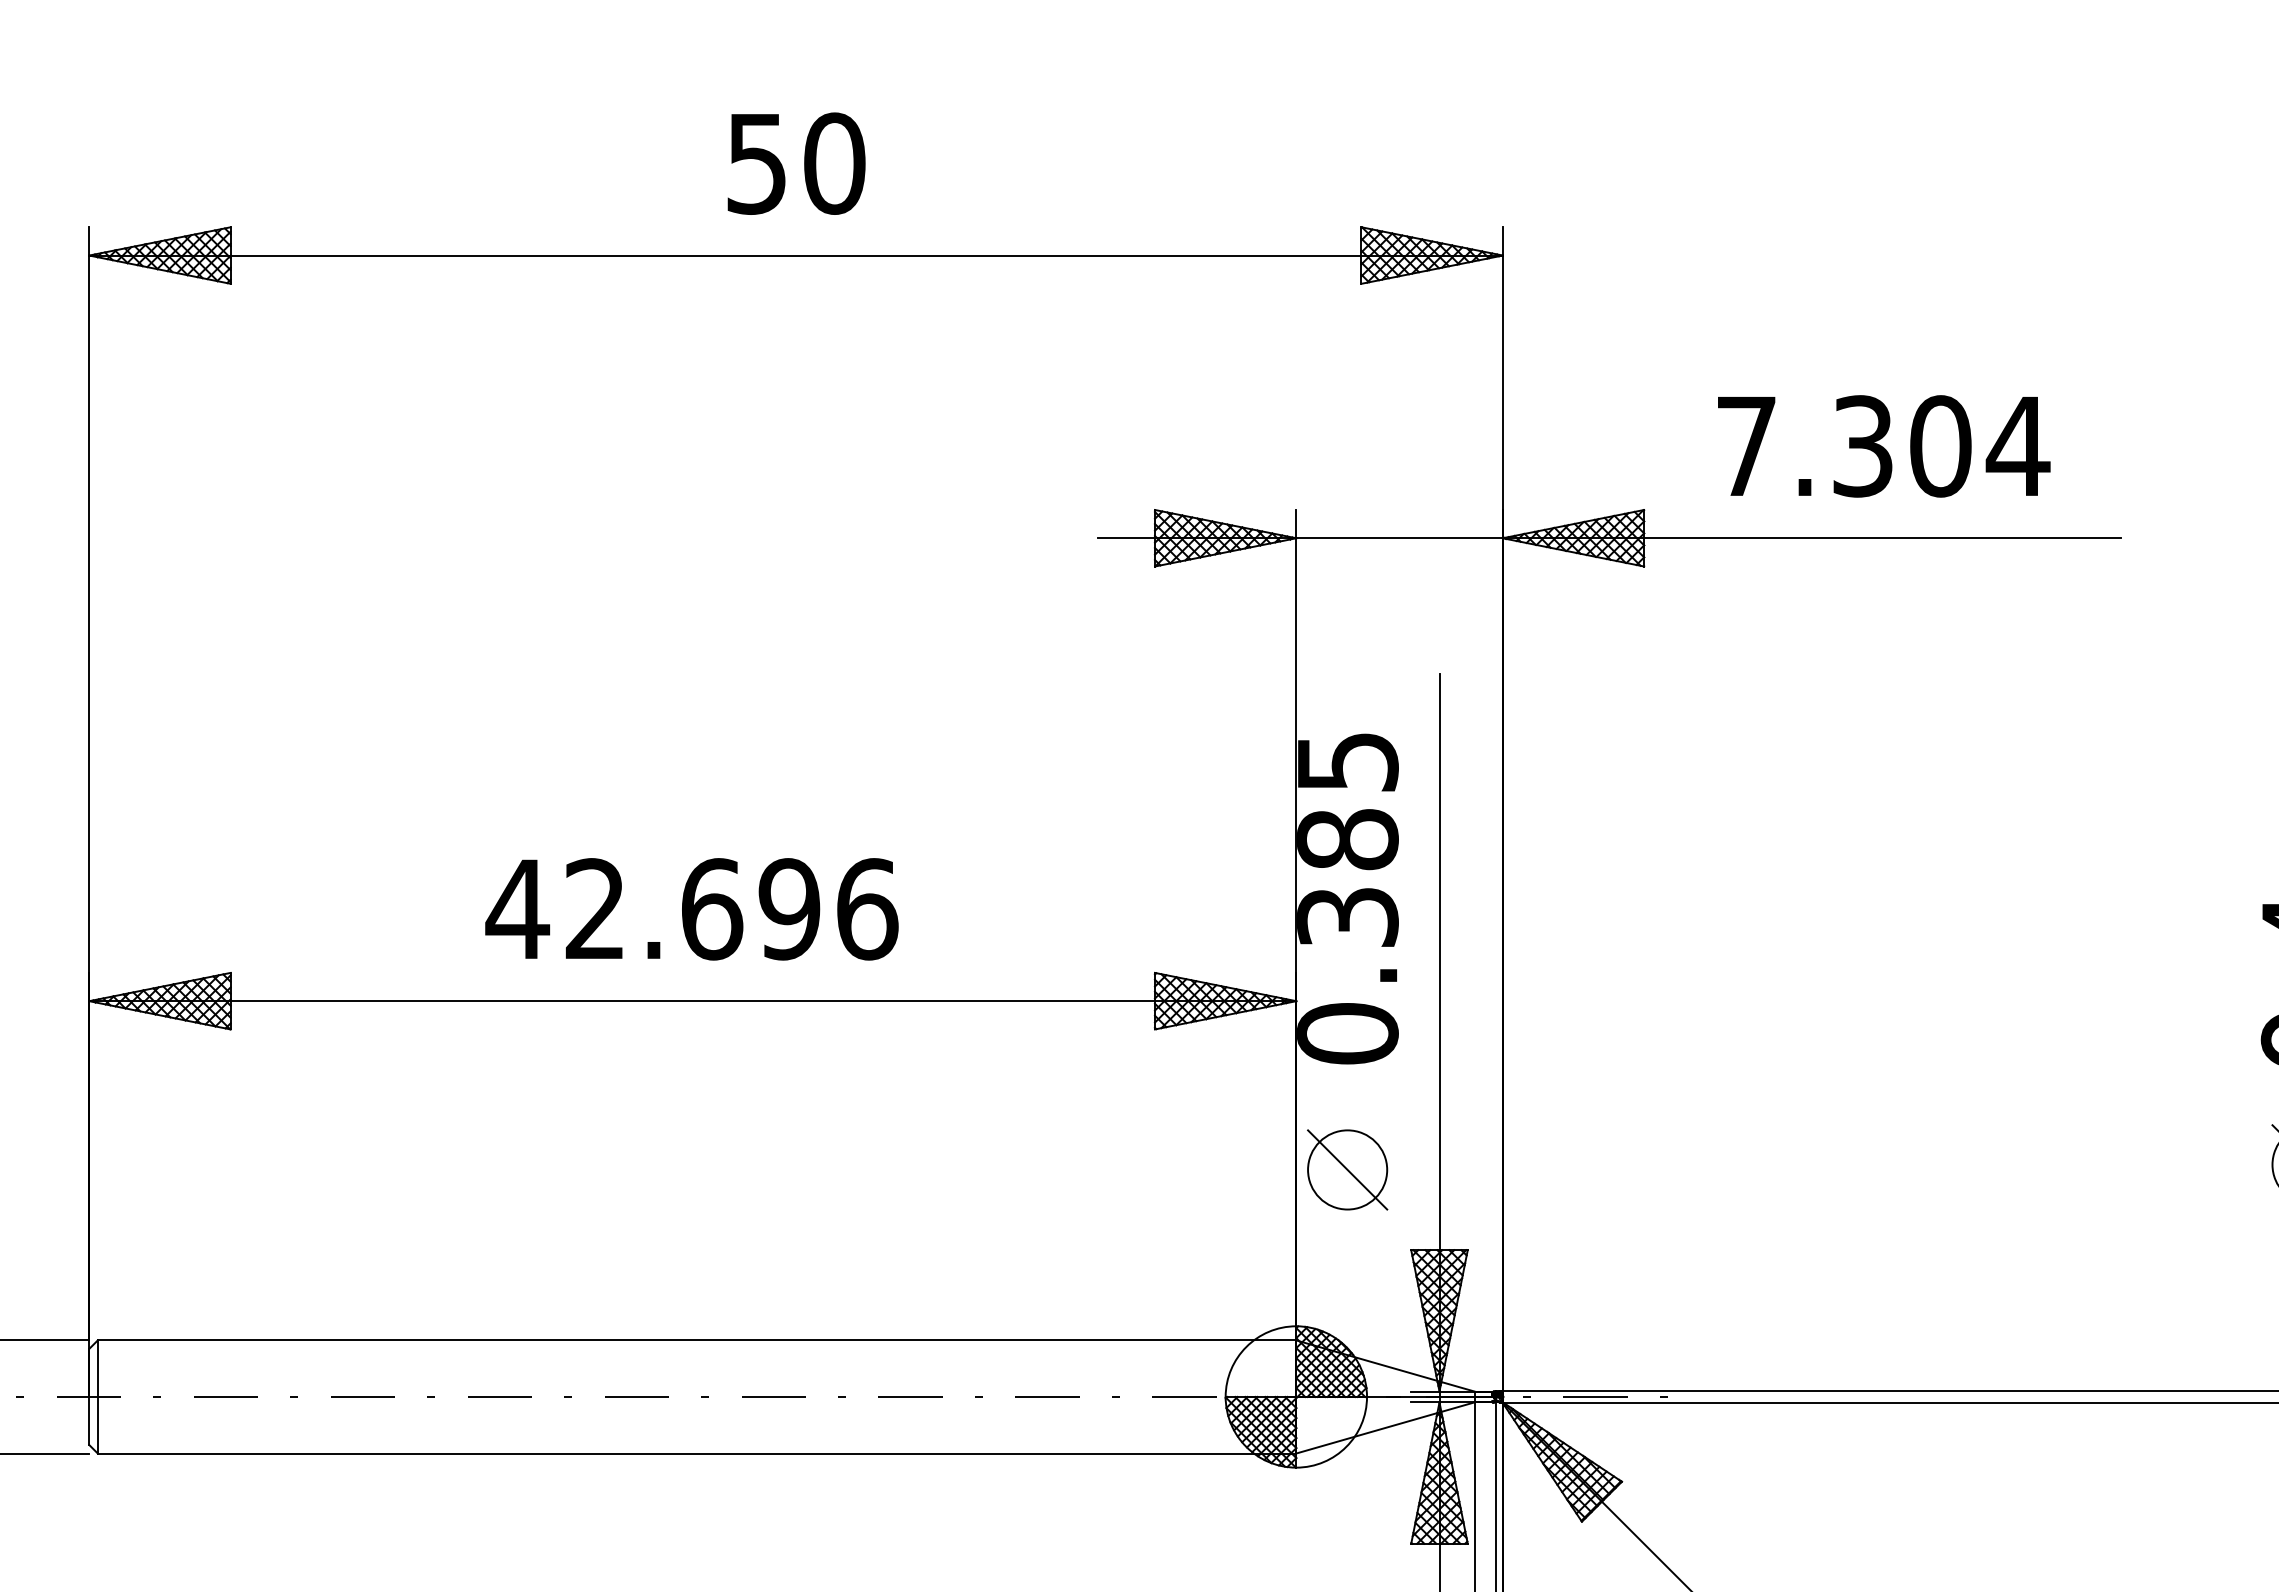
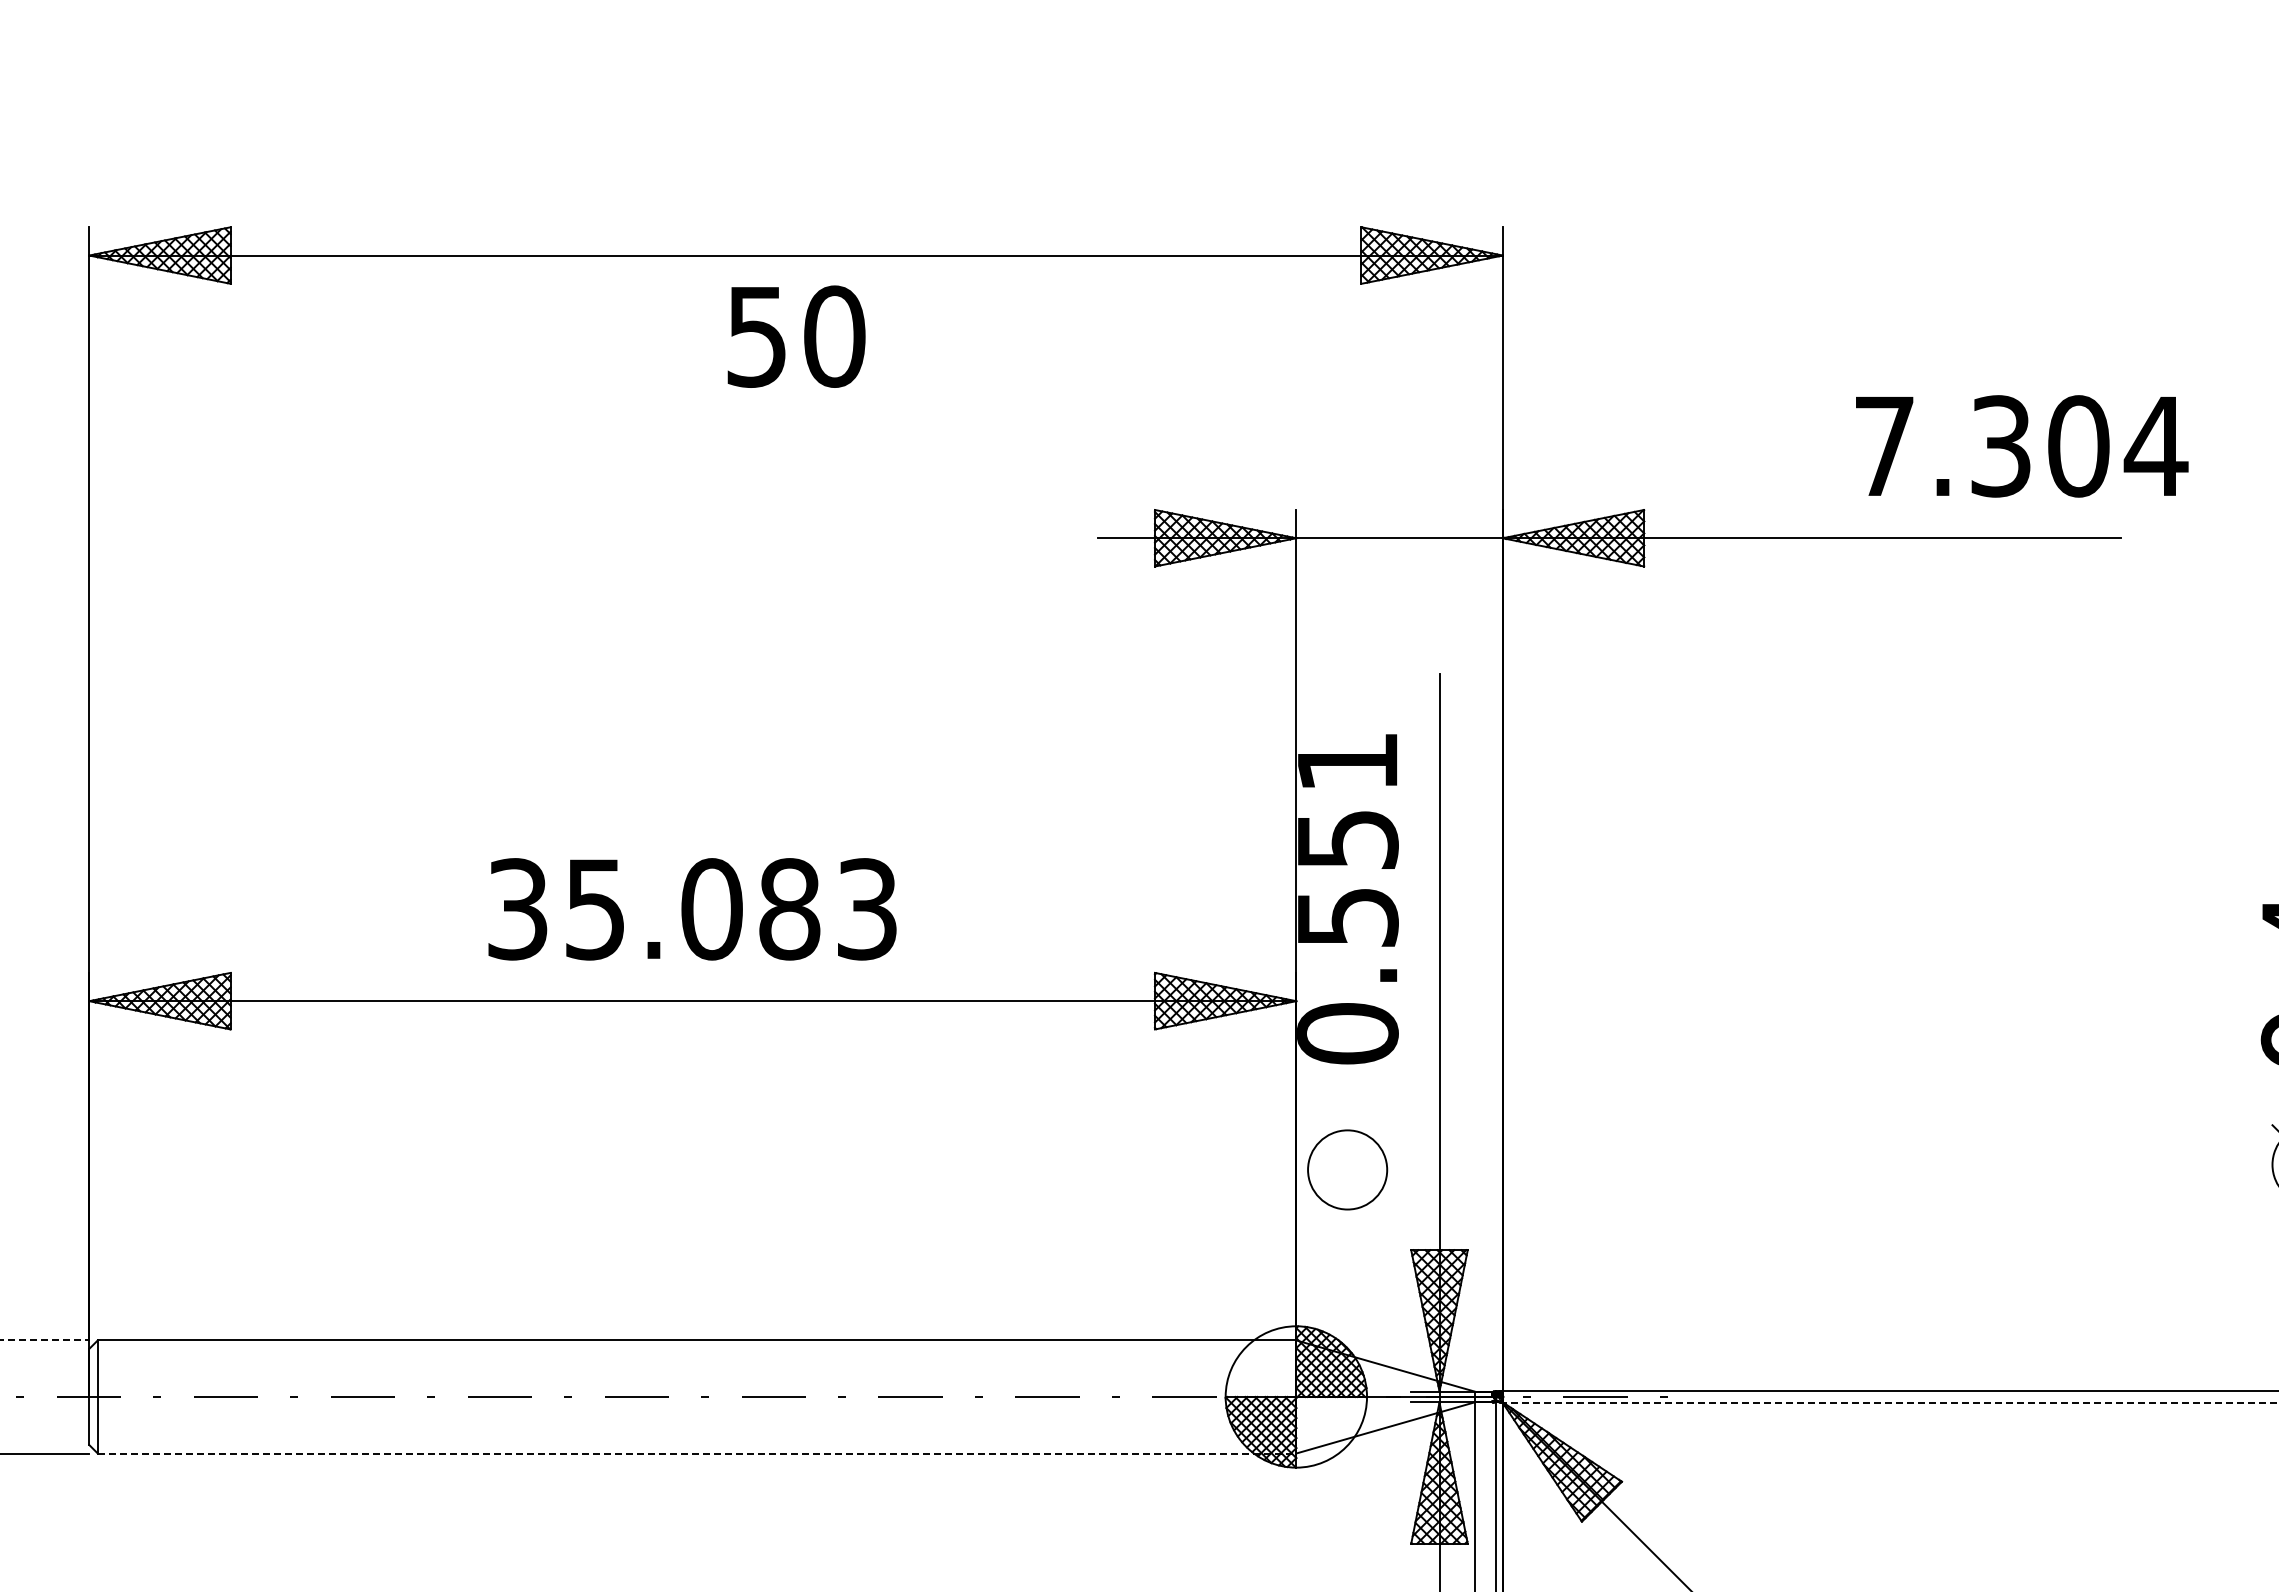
text at (796, 163) position: (796, 163) -> (796, 336)
text at (1884, 446) position: (1884, 446) -> (2022, 446)
text at (1347, 839): 0.385 -> 0.551
text at (691, 909): 42.696 -> 35.083
line at (1347, 1169): present -> none
line at (45, 1340): solid -> dashed
line at (1889, 1402): solid -> dashed
line at (697, 1453): solid -> dashed
